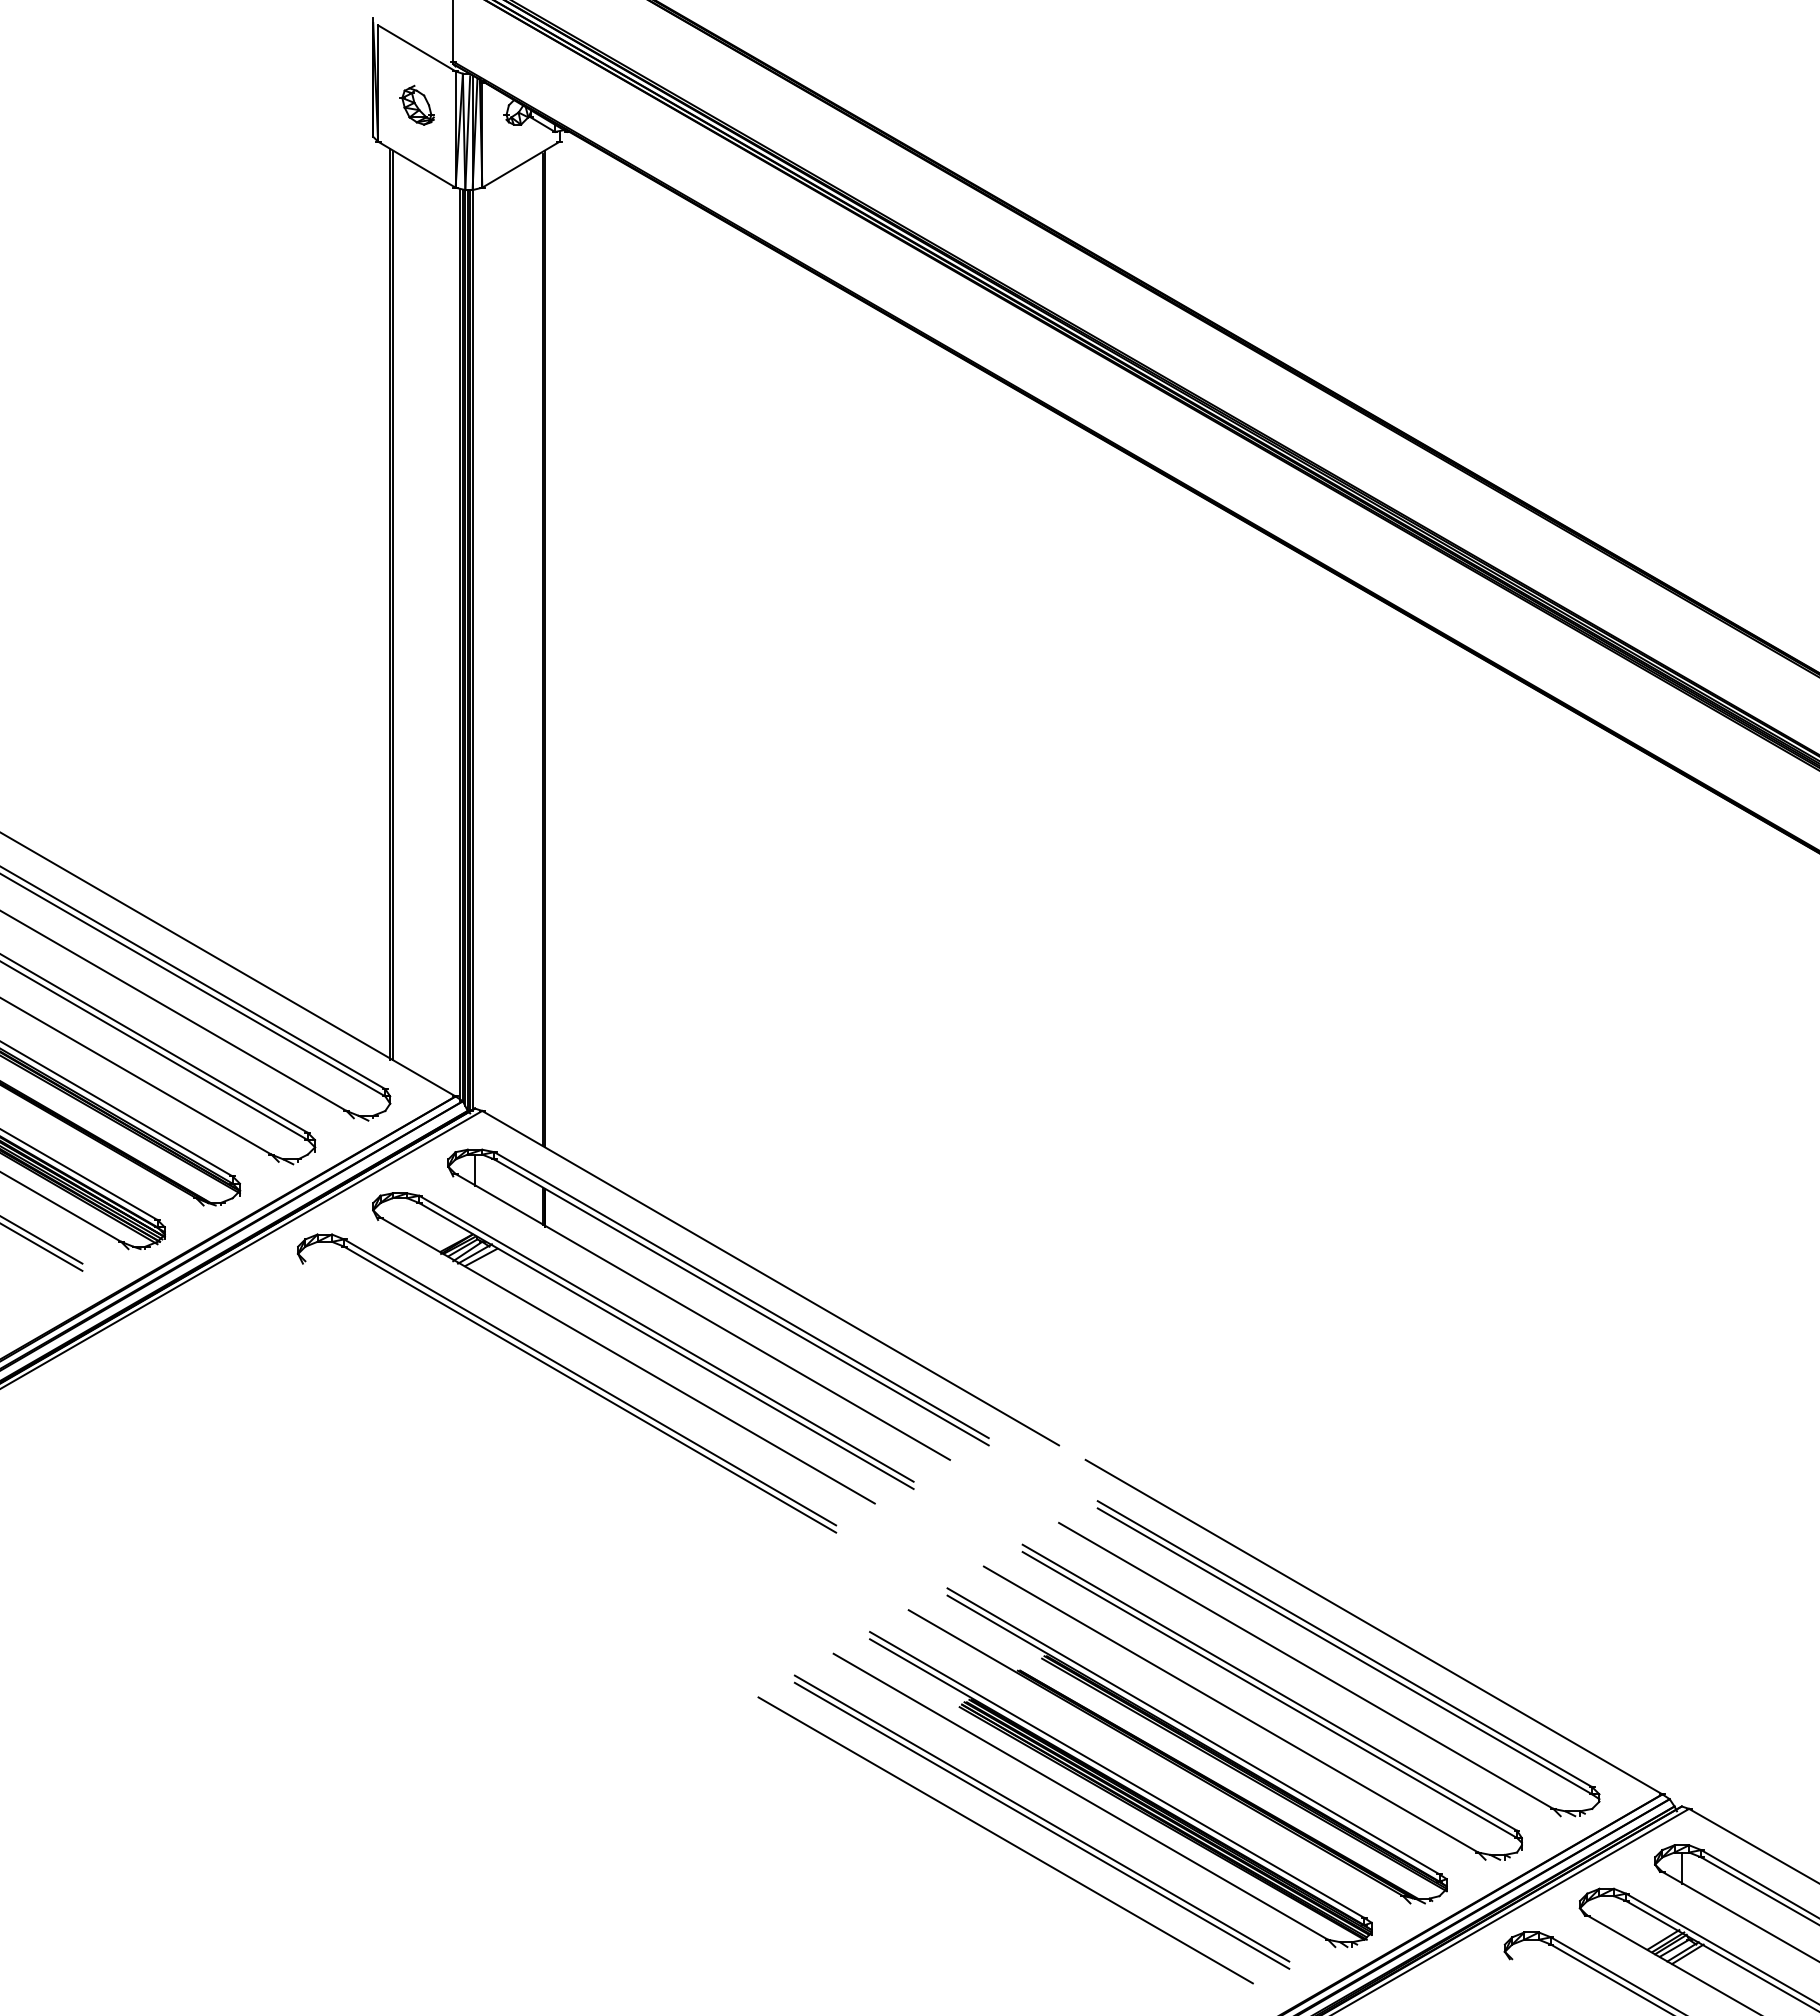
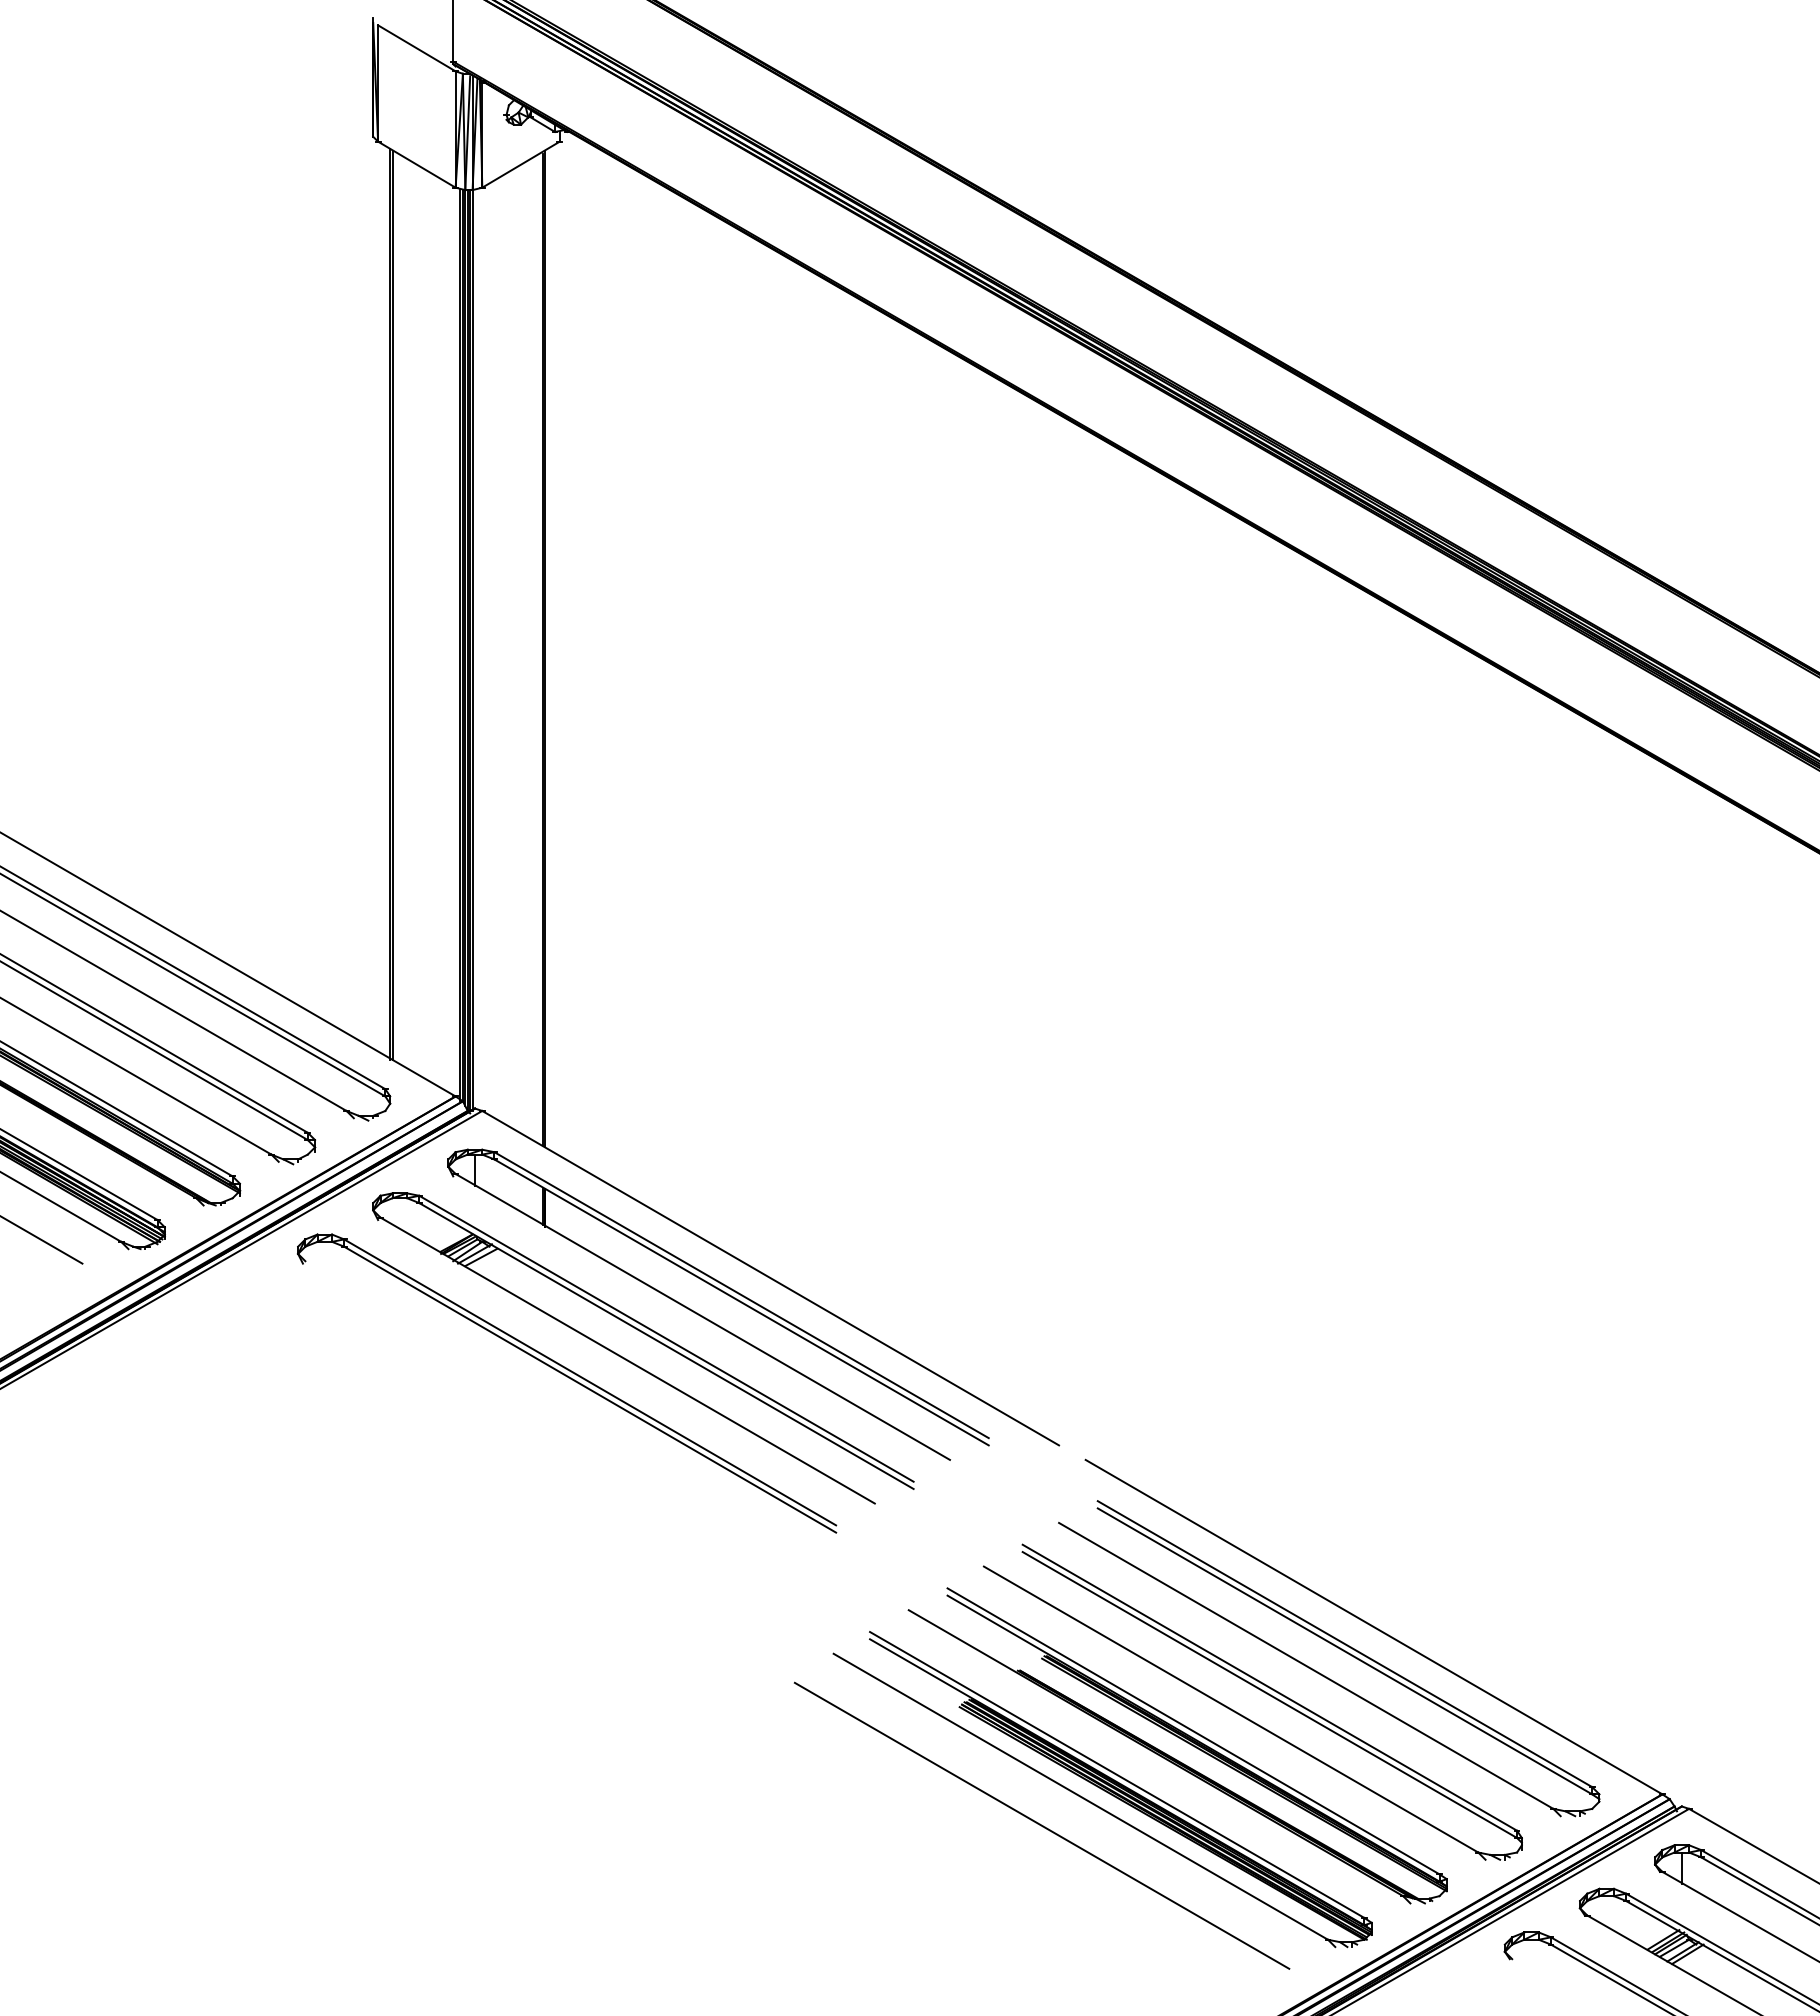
part at (416, 104): present -> none
line at (42, 1247): present -> none
line at (1041, 1818): present -> none
line at (1005, 1840): present -> none
